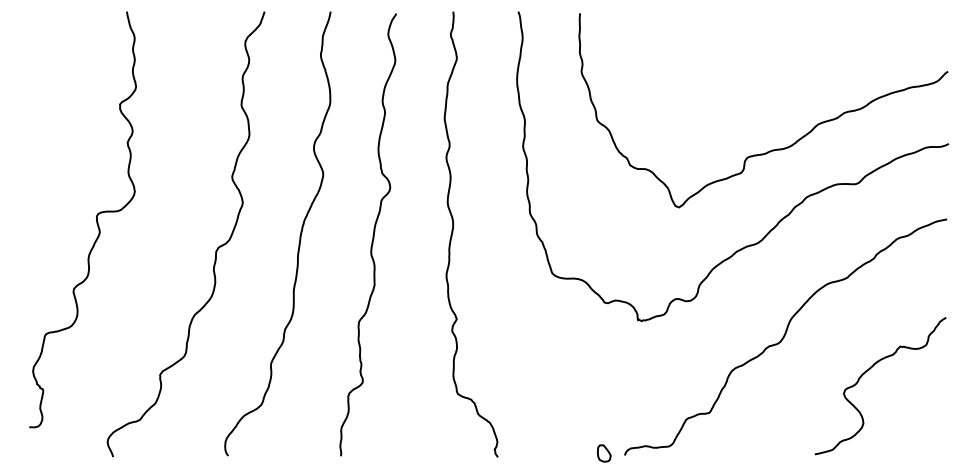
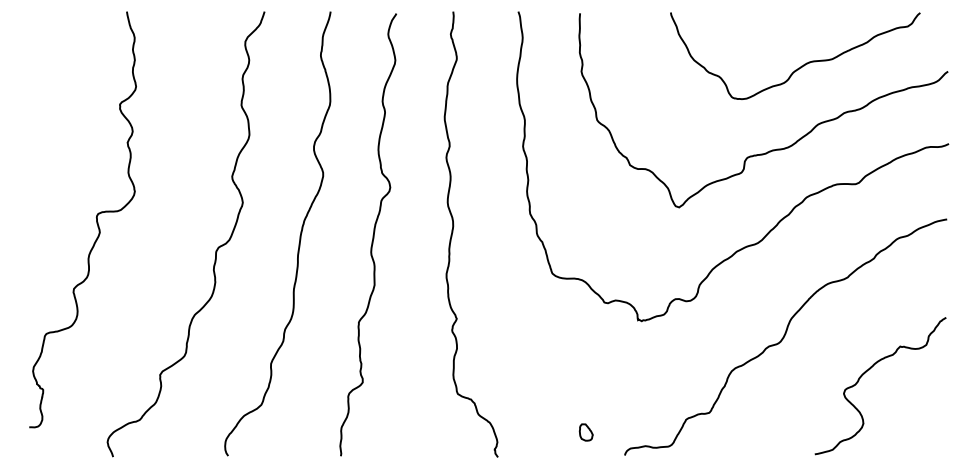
curve at (801, 65): none -> present
part at (603, 453) position: (603, 453) -> (585, 432)
